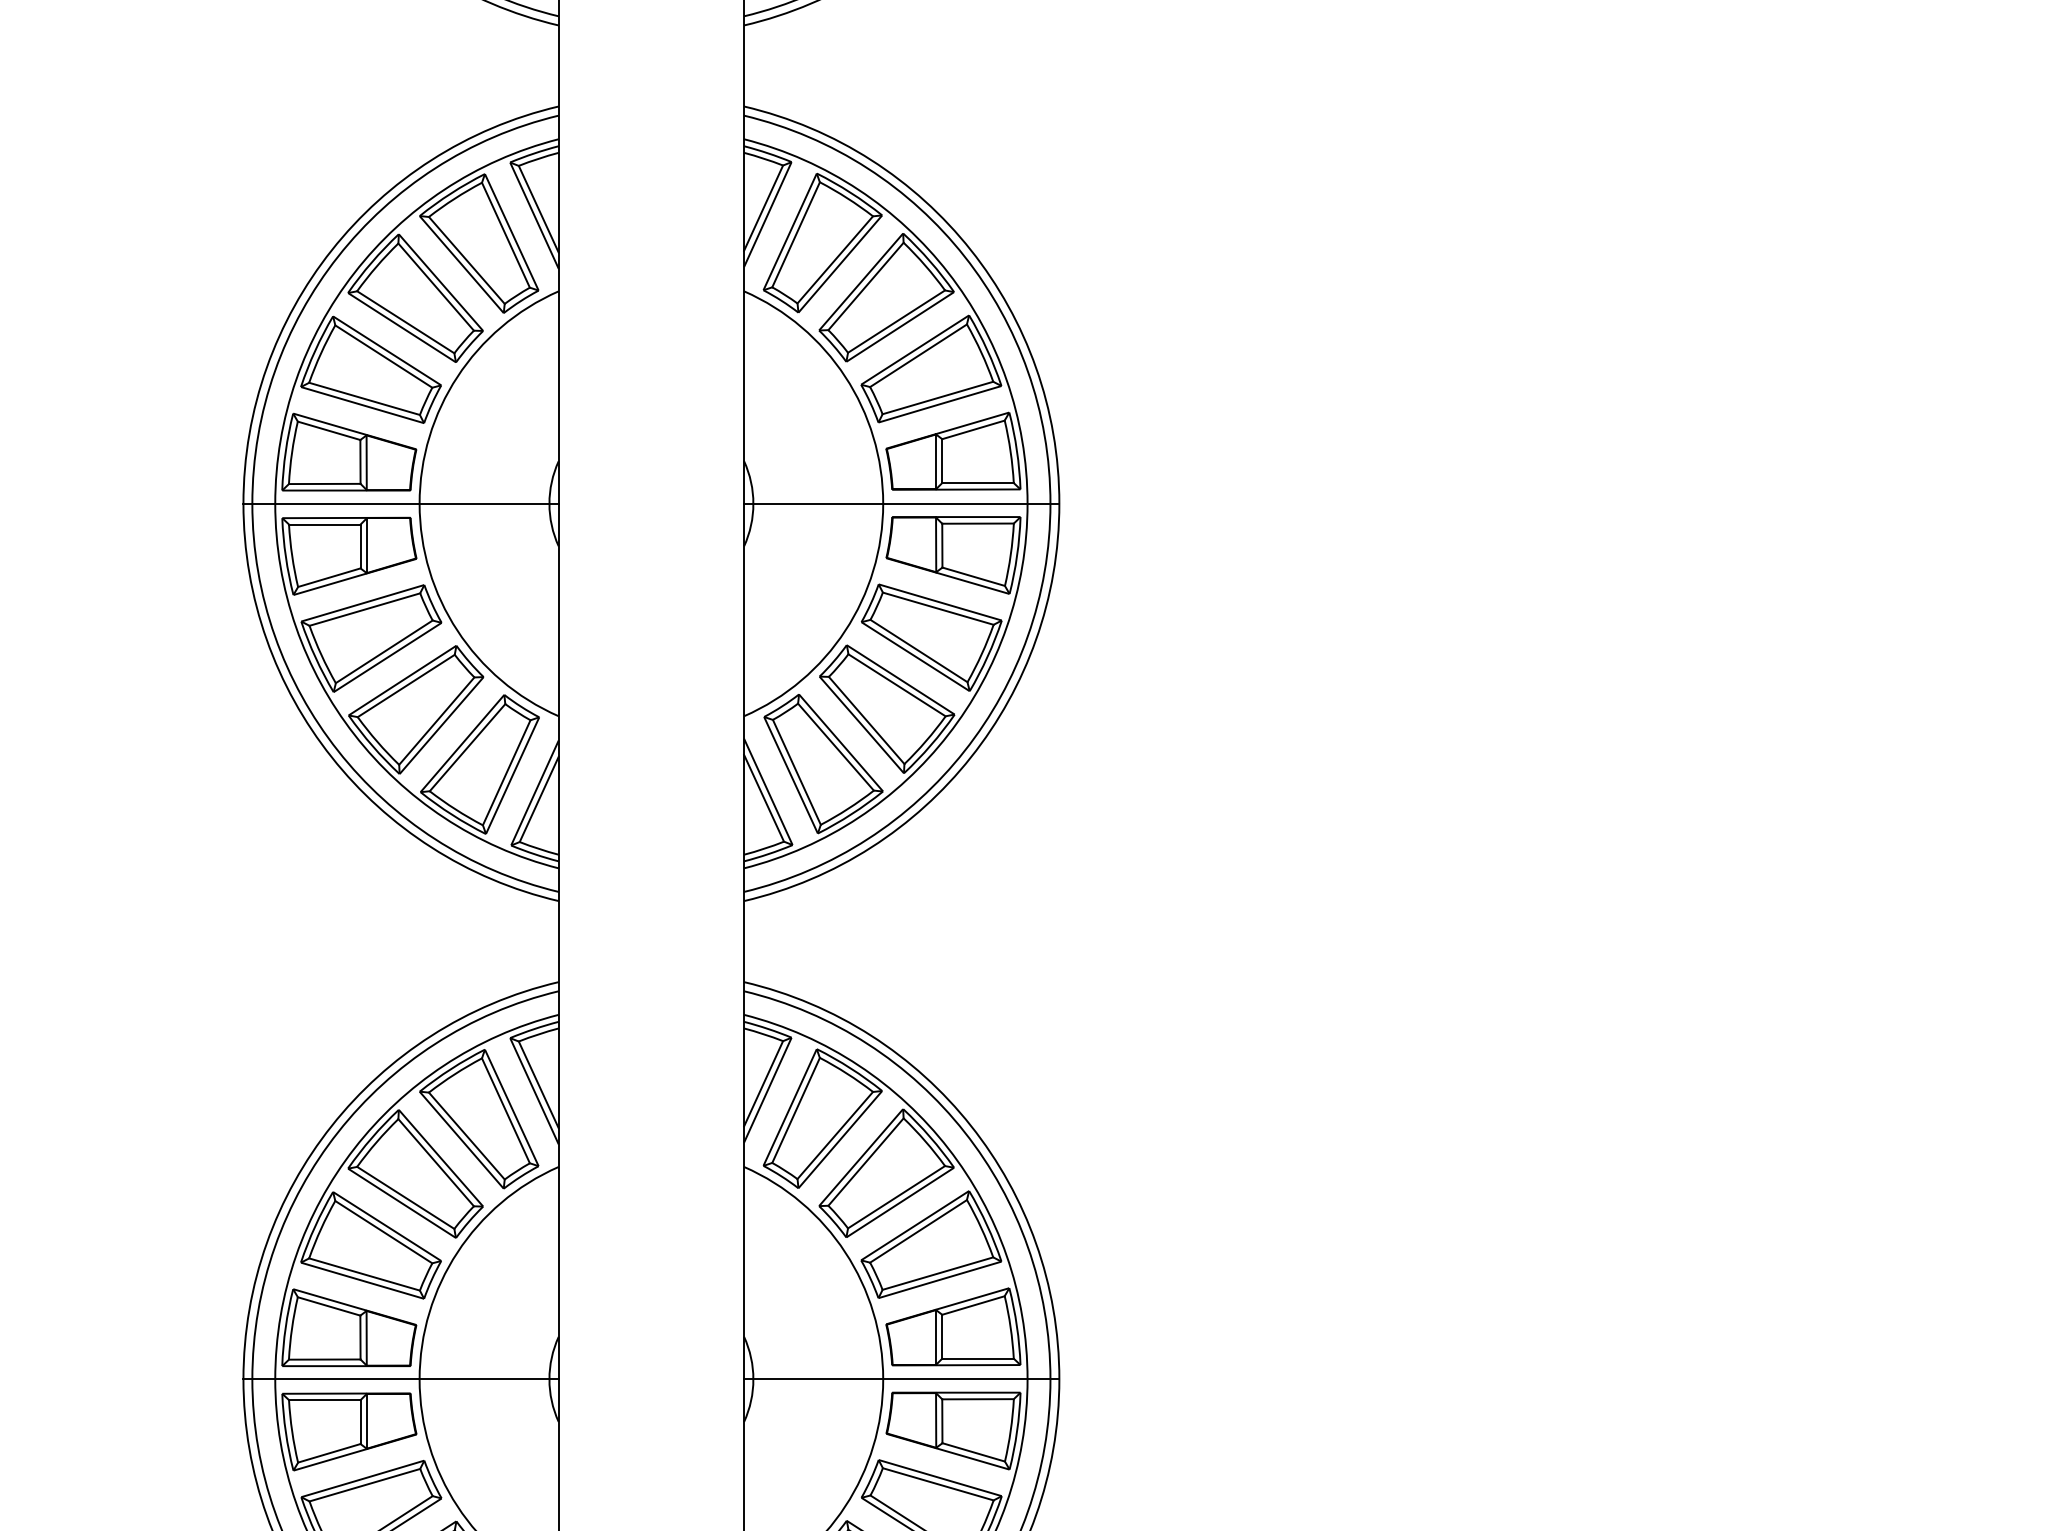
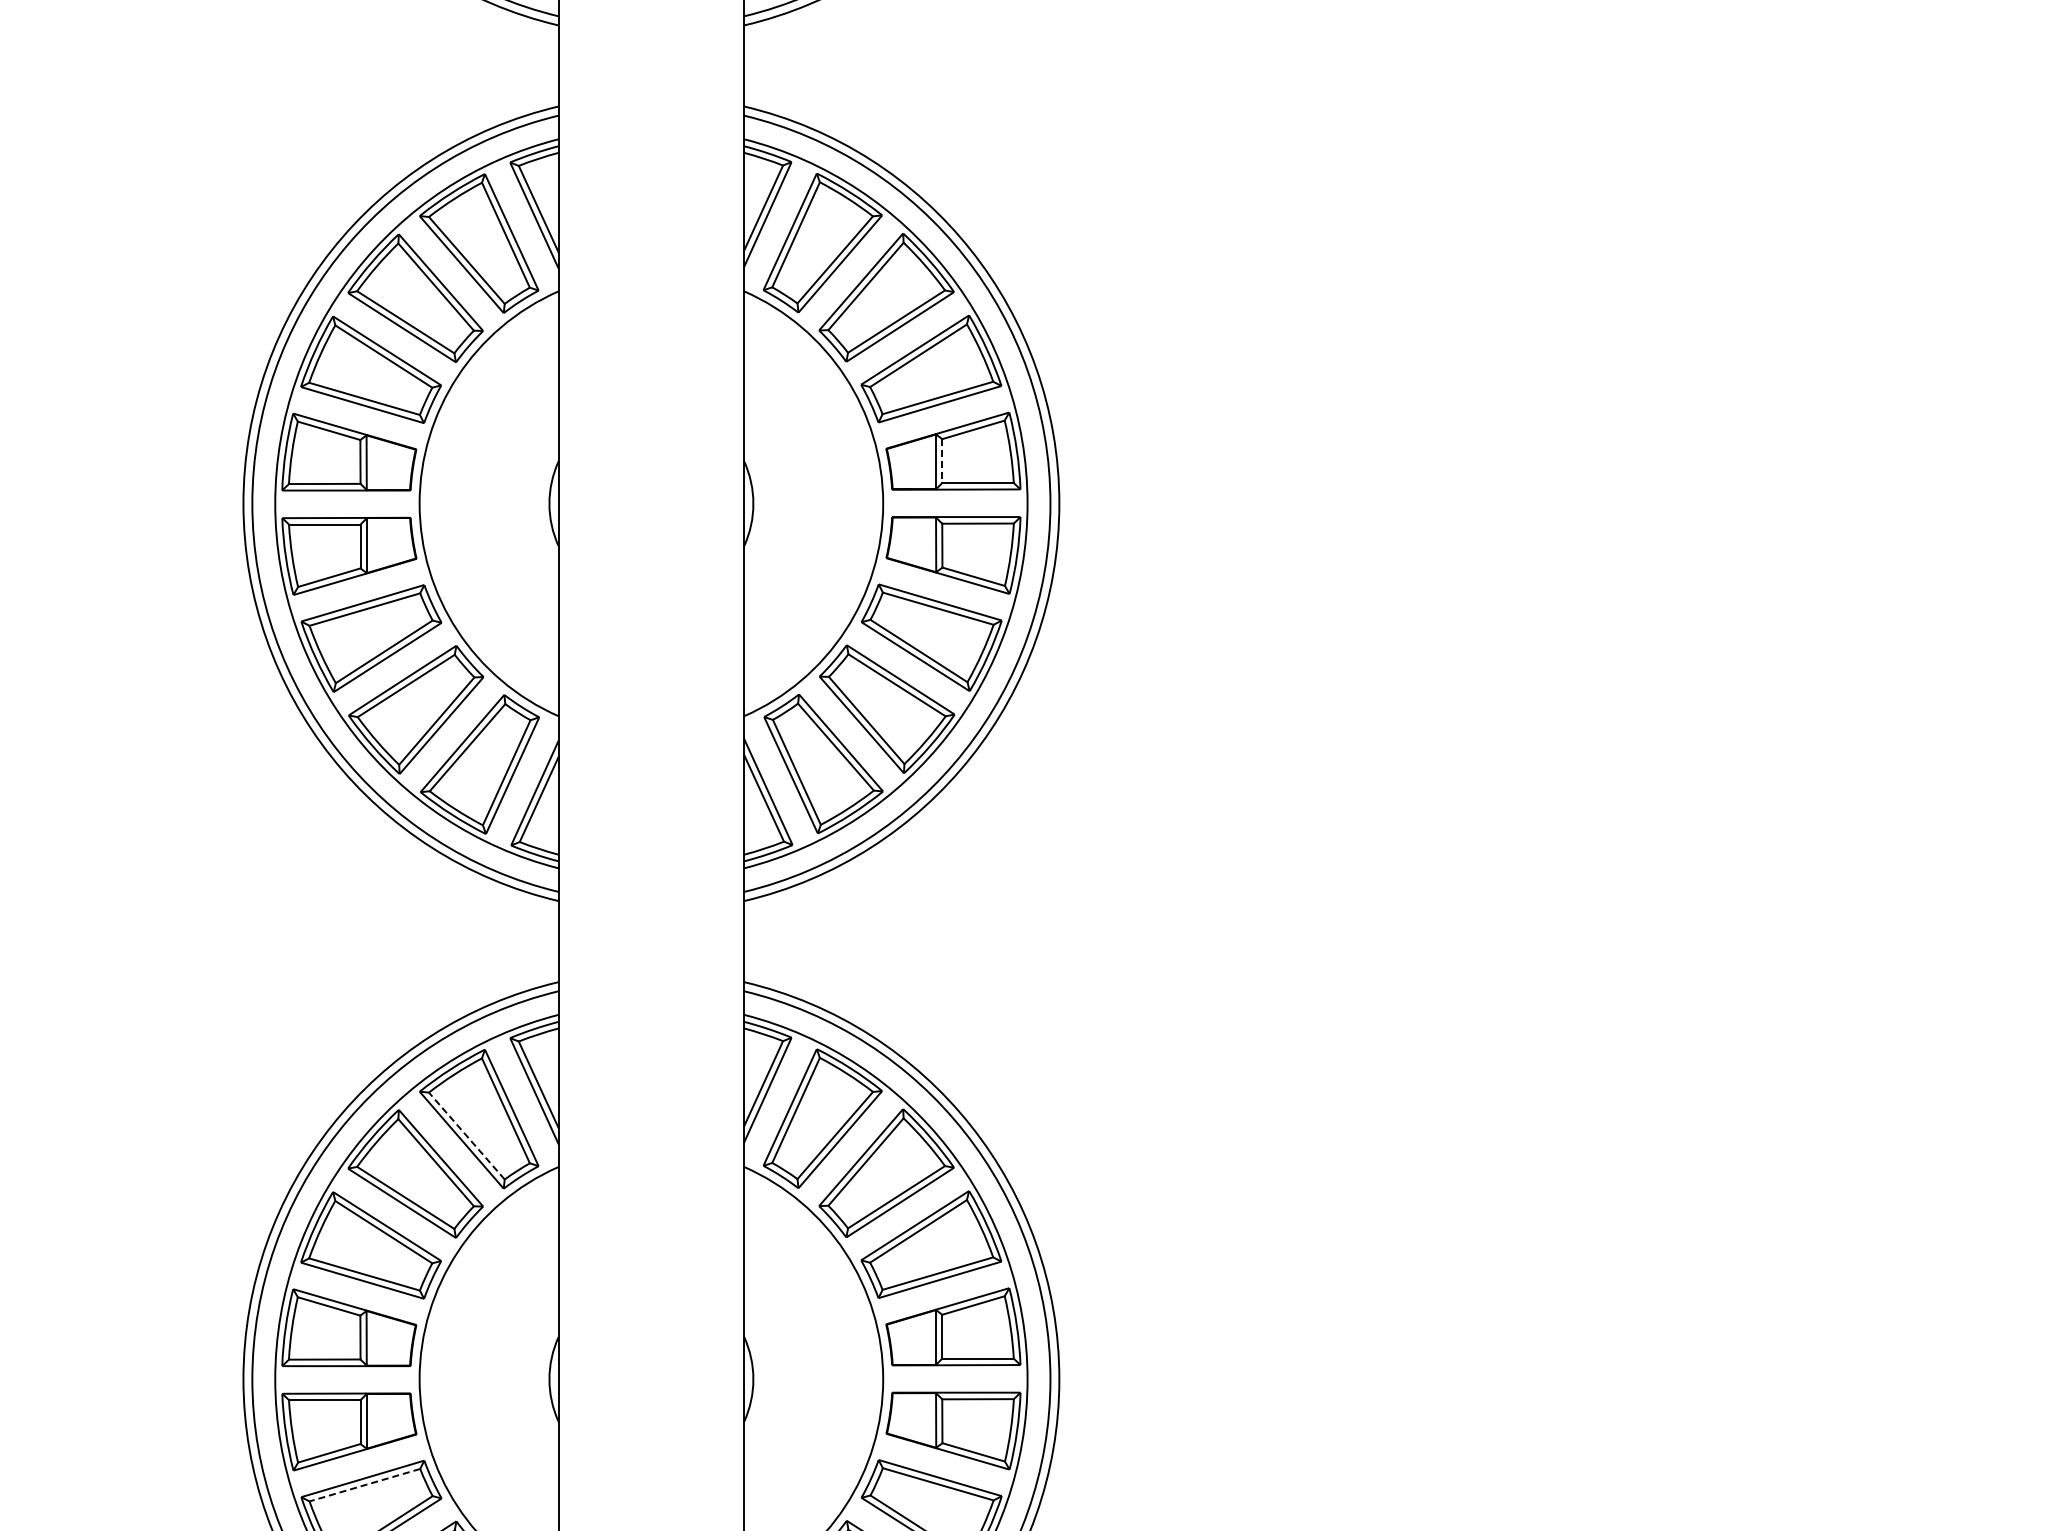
line at (942, 461): solid -> dashed
line at (400, 503): present -> none
line at (901, 503): present -> none
line at (466, 1136): solid -> dashed
line at (400, 1379): present -> none
line at (901, 1379): present -> none
line at (364, 1485): solid -> dashed
